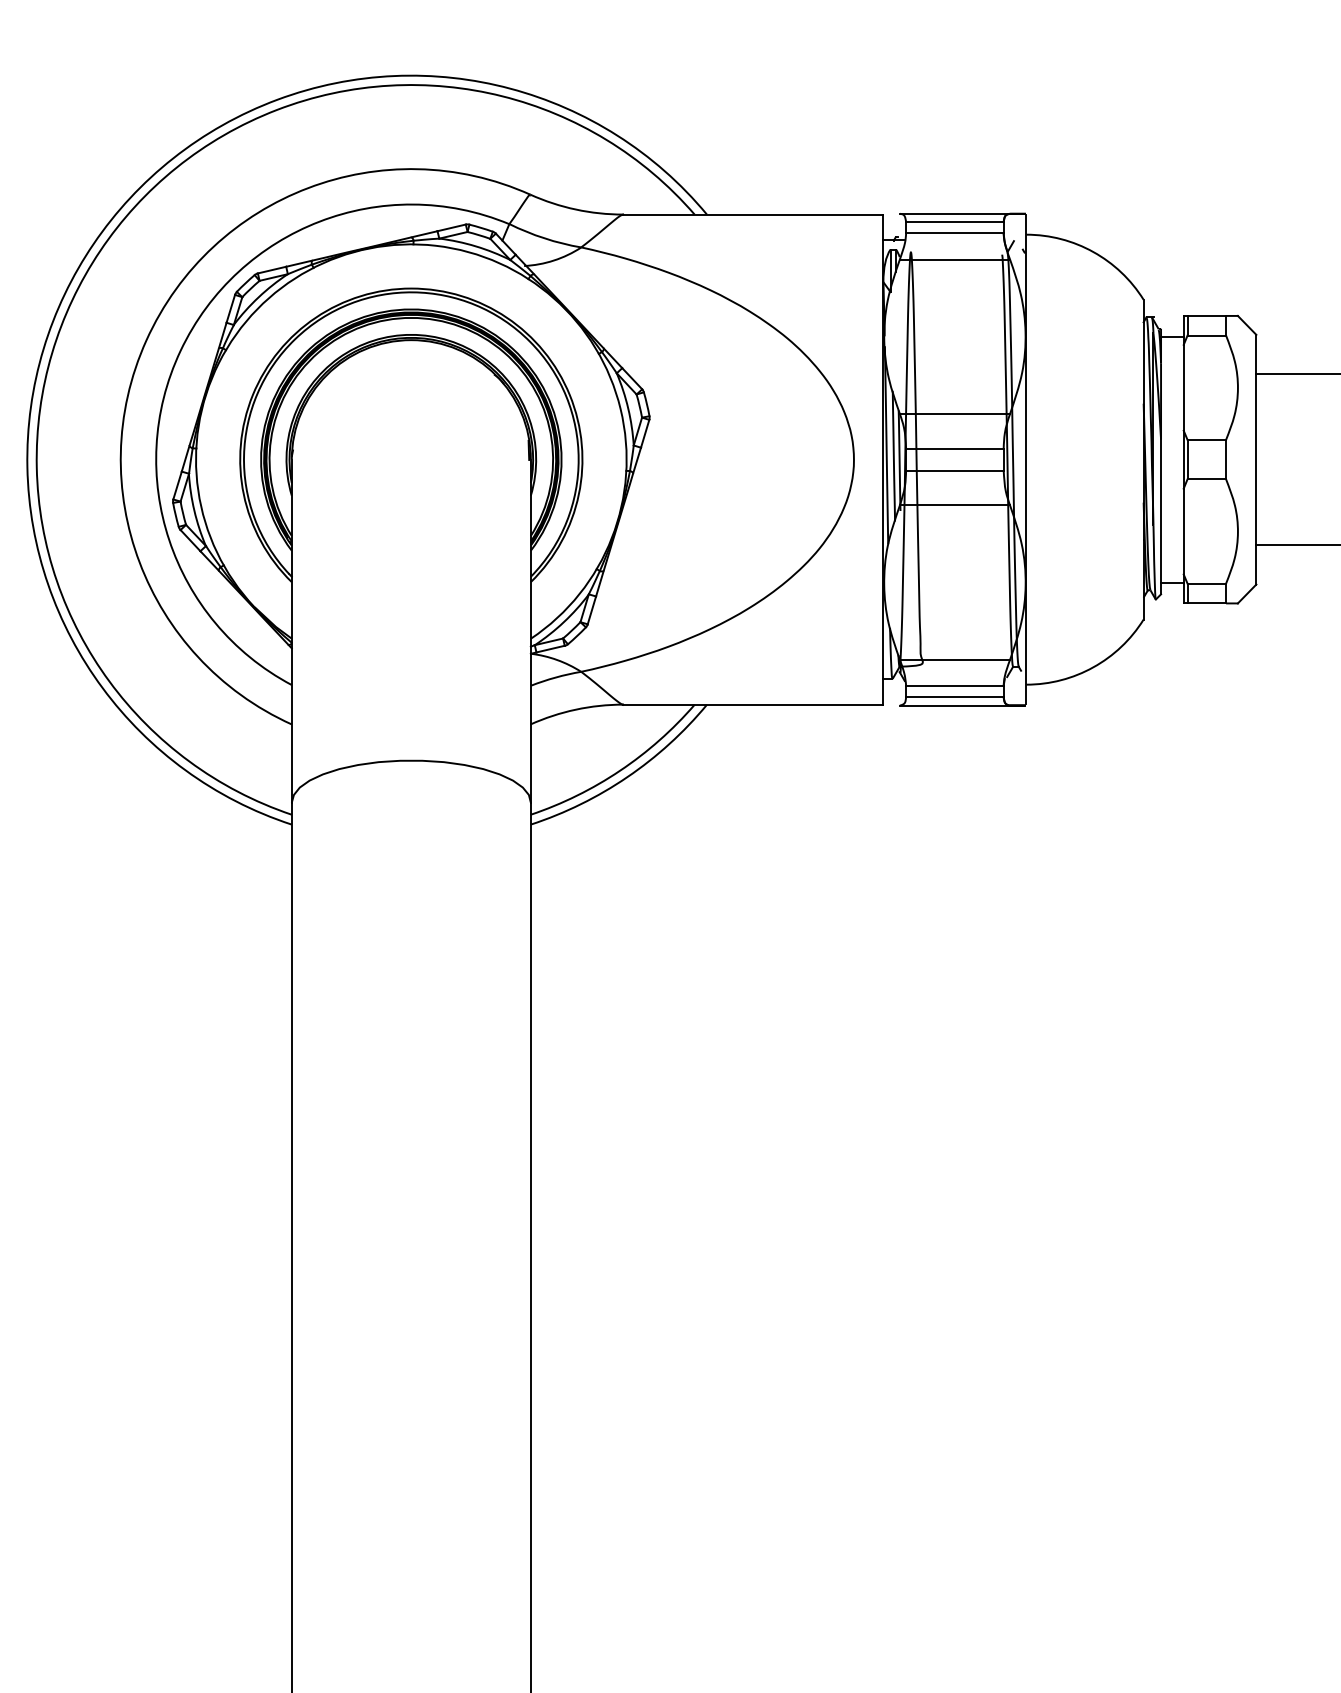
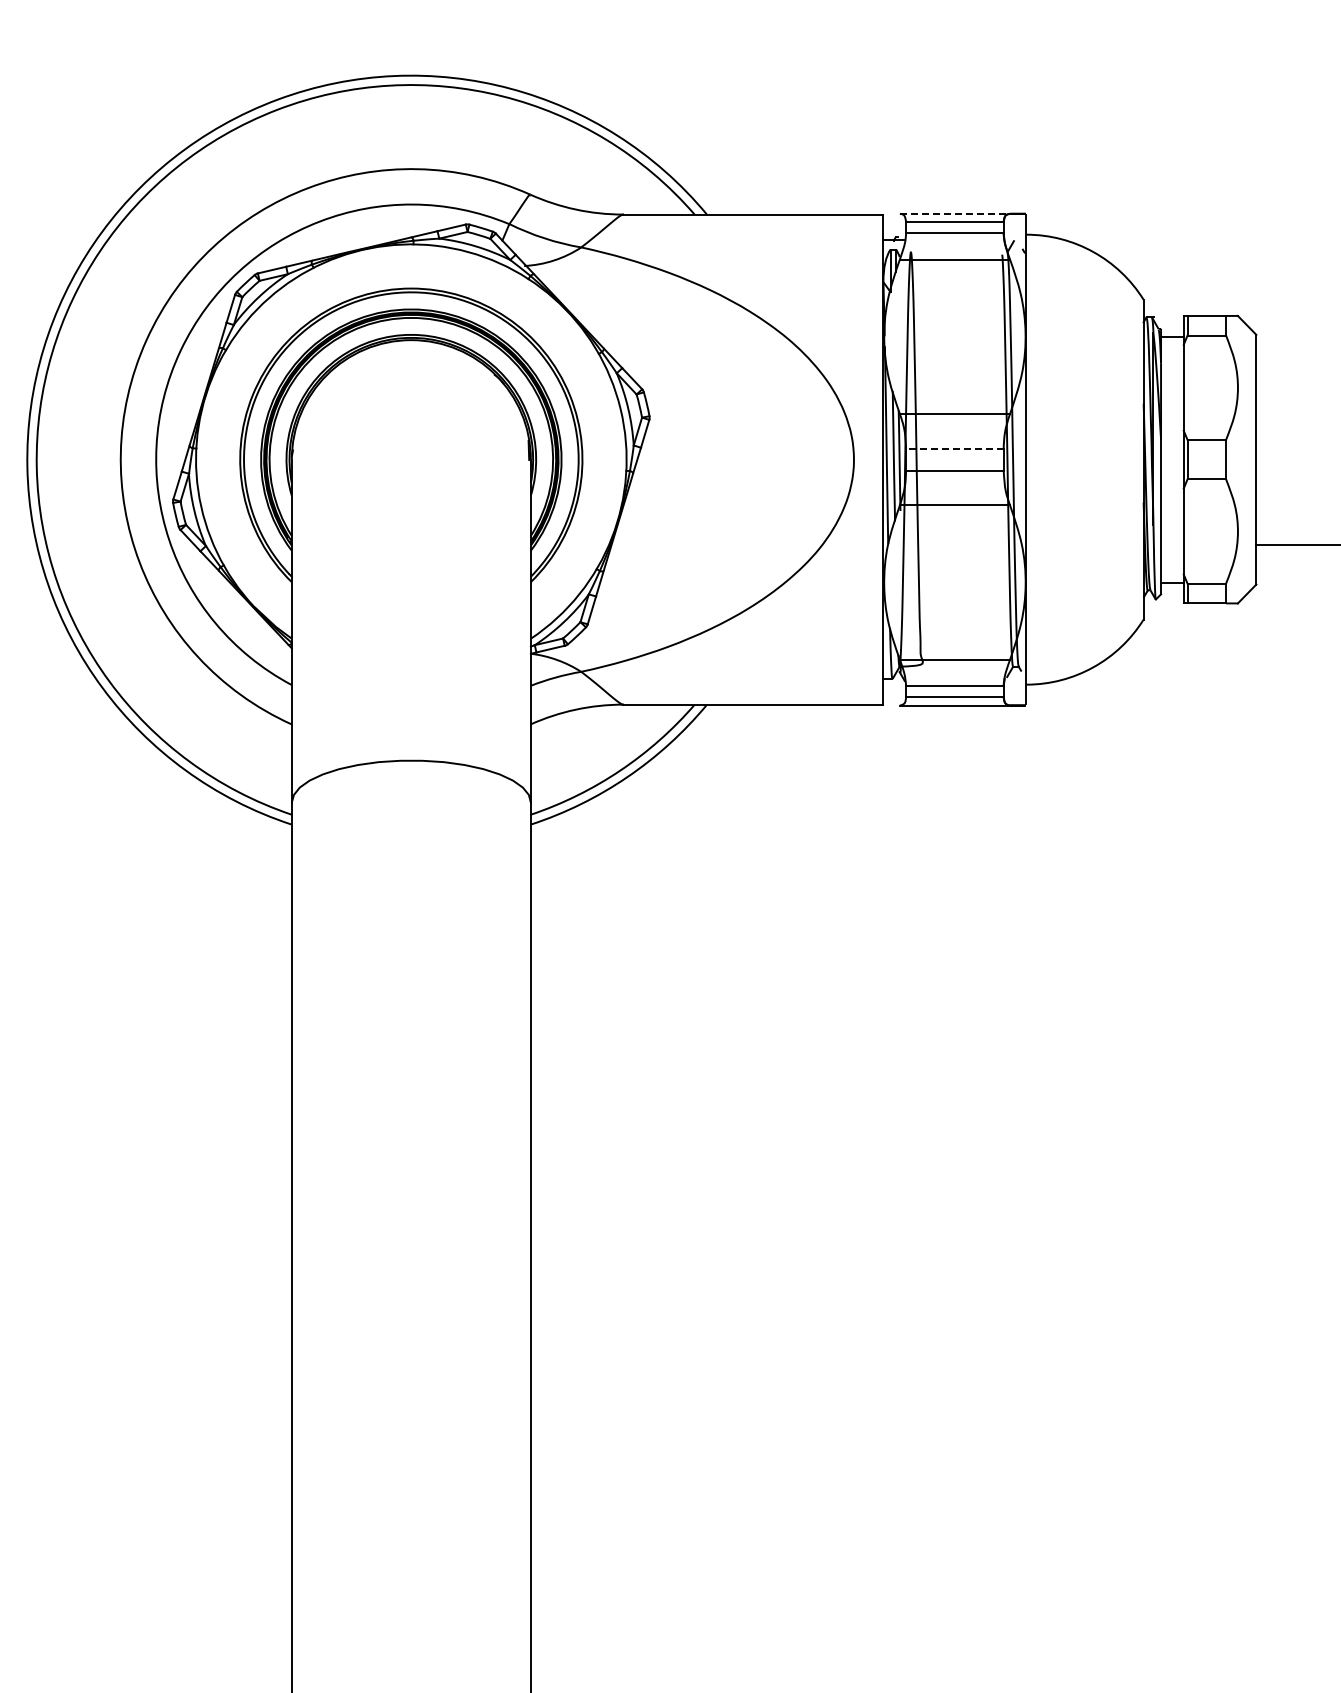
line at (955, 213): solid -> dashed
line at (1296, 374): present -> none
line at (954, 448): solid -> dashed
